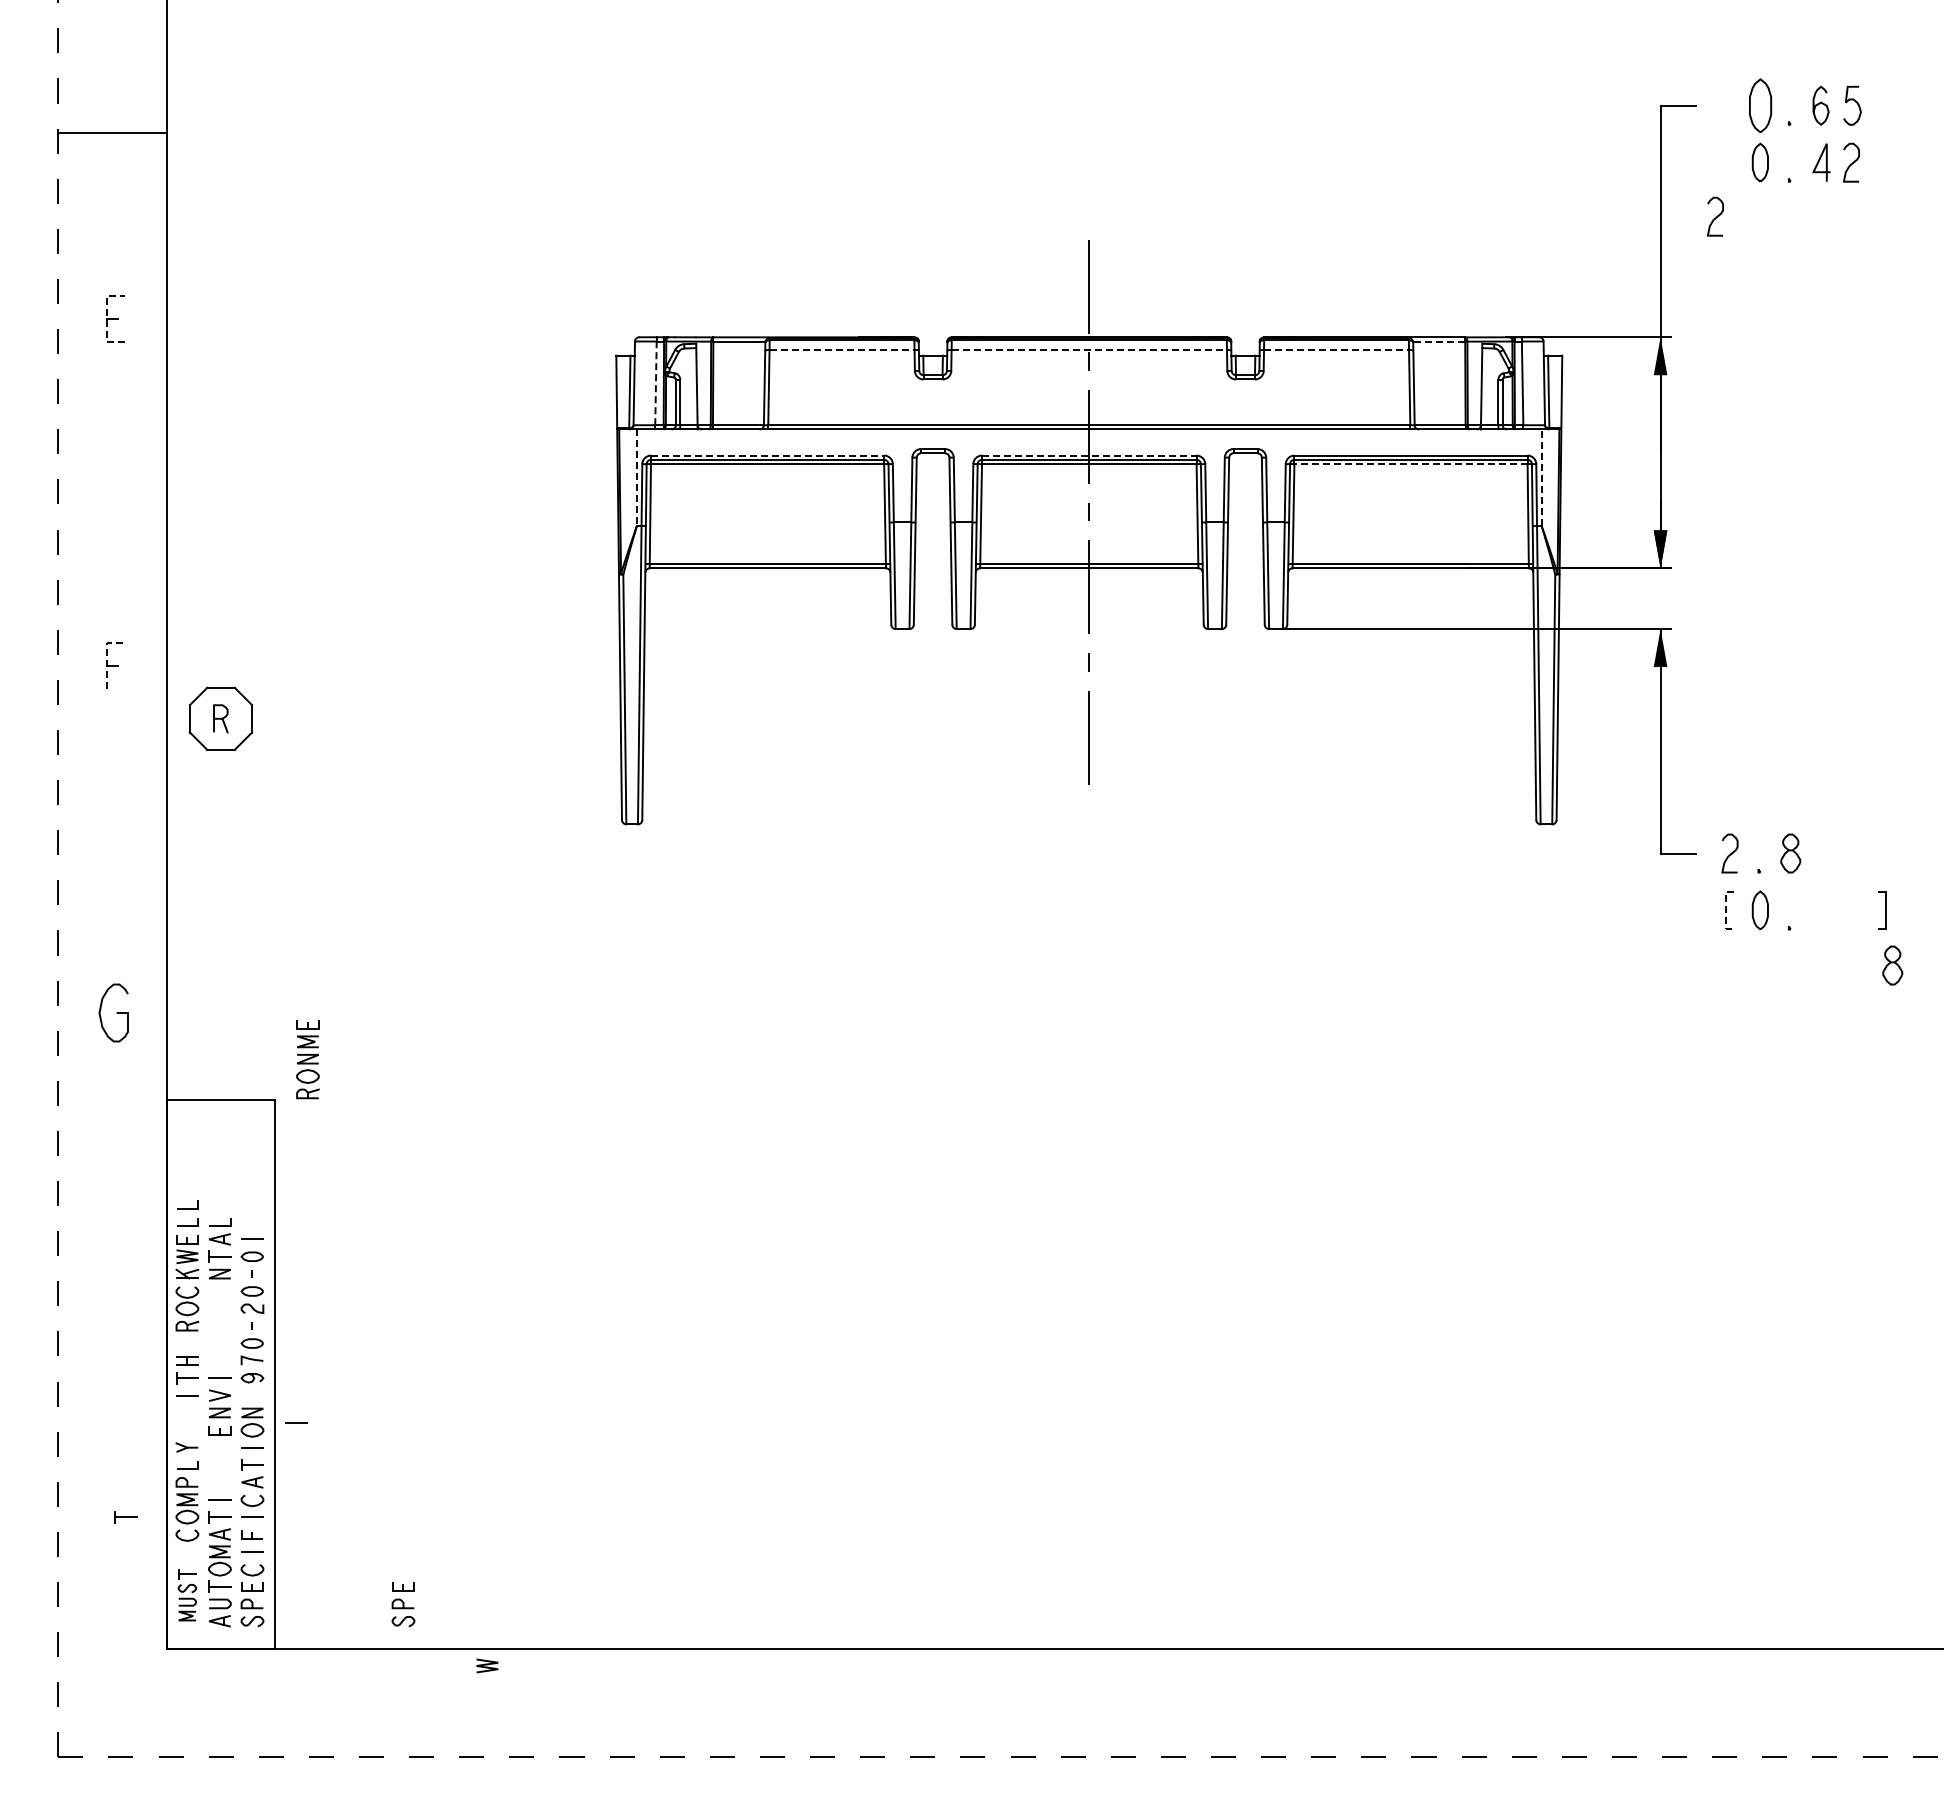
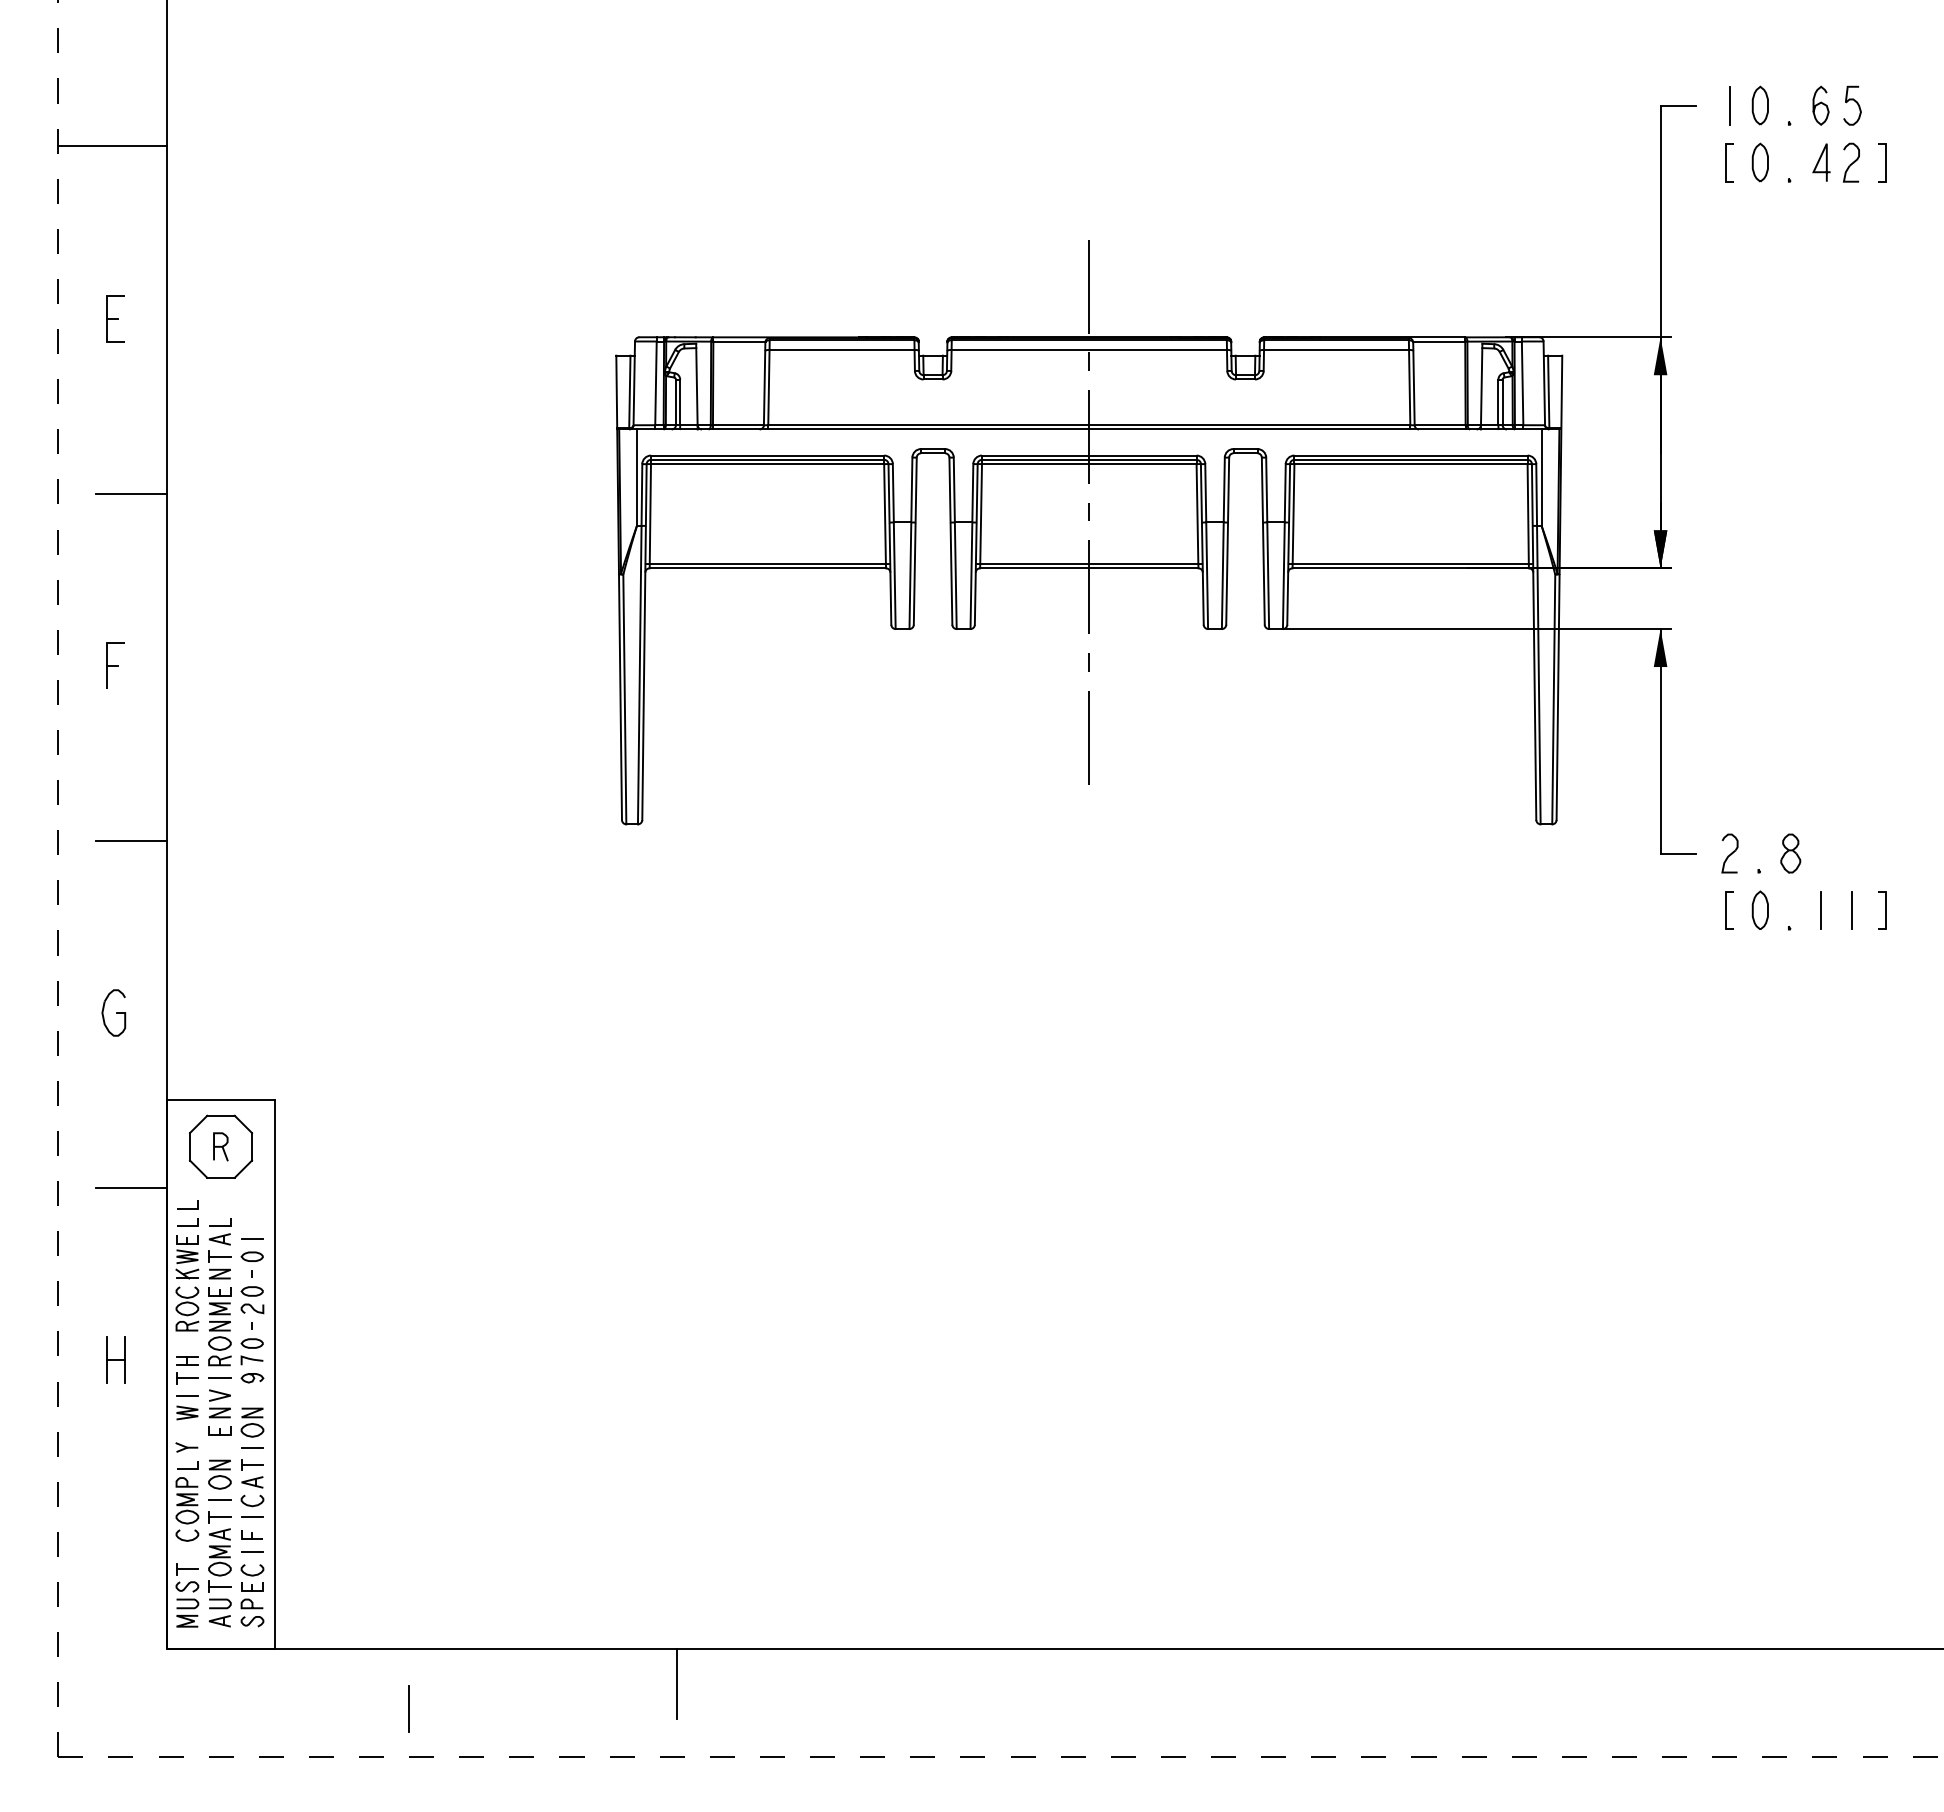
line at (1730, 105): none -> present
part at (1760, 105) size: 24x55 px -> 18x41 px
line at (112, 133) position: (112, 133) -> (112, 146)
line at (1726, 162): none -> present
line at (1885, 162): none -> present
part at (1714, 216): present -> none
line at (106, 318): dashed -> solid
line at (1438, 341): dashed -> solid
line at (842, 349): dashed -> solid
line at (1089, 349): dashed -> solid
line at (1337, 349): dashed -> solid
line at (655, 383): dashed -> solid
line at (767, 455): dashed -> solid
line at (1089, 455): dashed -> solid
line at (1411, 464): dashed -> solid
line at (1541, 477): dashed -> solid
line at (636, 478): dashed -> solid
line at (131, 493): none -> present
line at (106, 655): dashed -> solid
part at (221, 718) position: (221, 718) -> (221, 1146)
line at (131, 840): none -> present
line at (1726, 910): dashed -> solid
line at (1821, 910): none -> present
line at (1851, 910): none -> present
part at (1892, 965): present -> none
part at (113, 1012) size: 31x60 px -> 26x48 px
part at (307, 1059) position: (307, 1059) -> (219, 1326)
line at (131, 1187): none -> present
part at (115, 1359): none -> present
line at (296, 1422): present -> none
part at (219, 1474): none -> present
part at (125, 1517): present -> none
part at (186, 1595) size: 20x53 px -> 25x65 px
part at (403, 1604): present -> none
line at (487, 1665) position: (487, 1665) -> (187, 1412)
line at (676, 1683): none -> present
line at (409, 1708): none -> present
